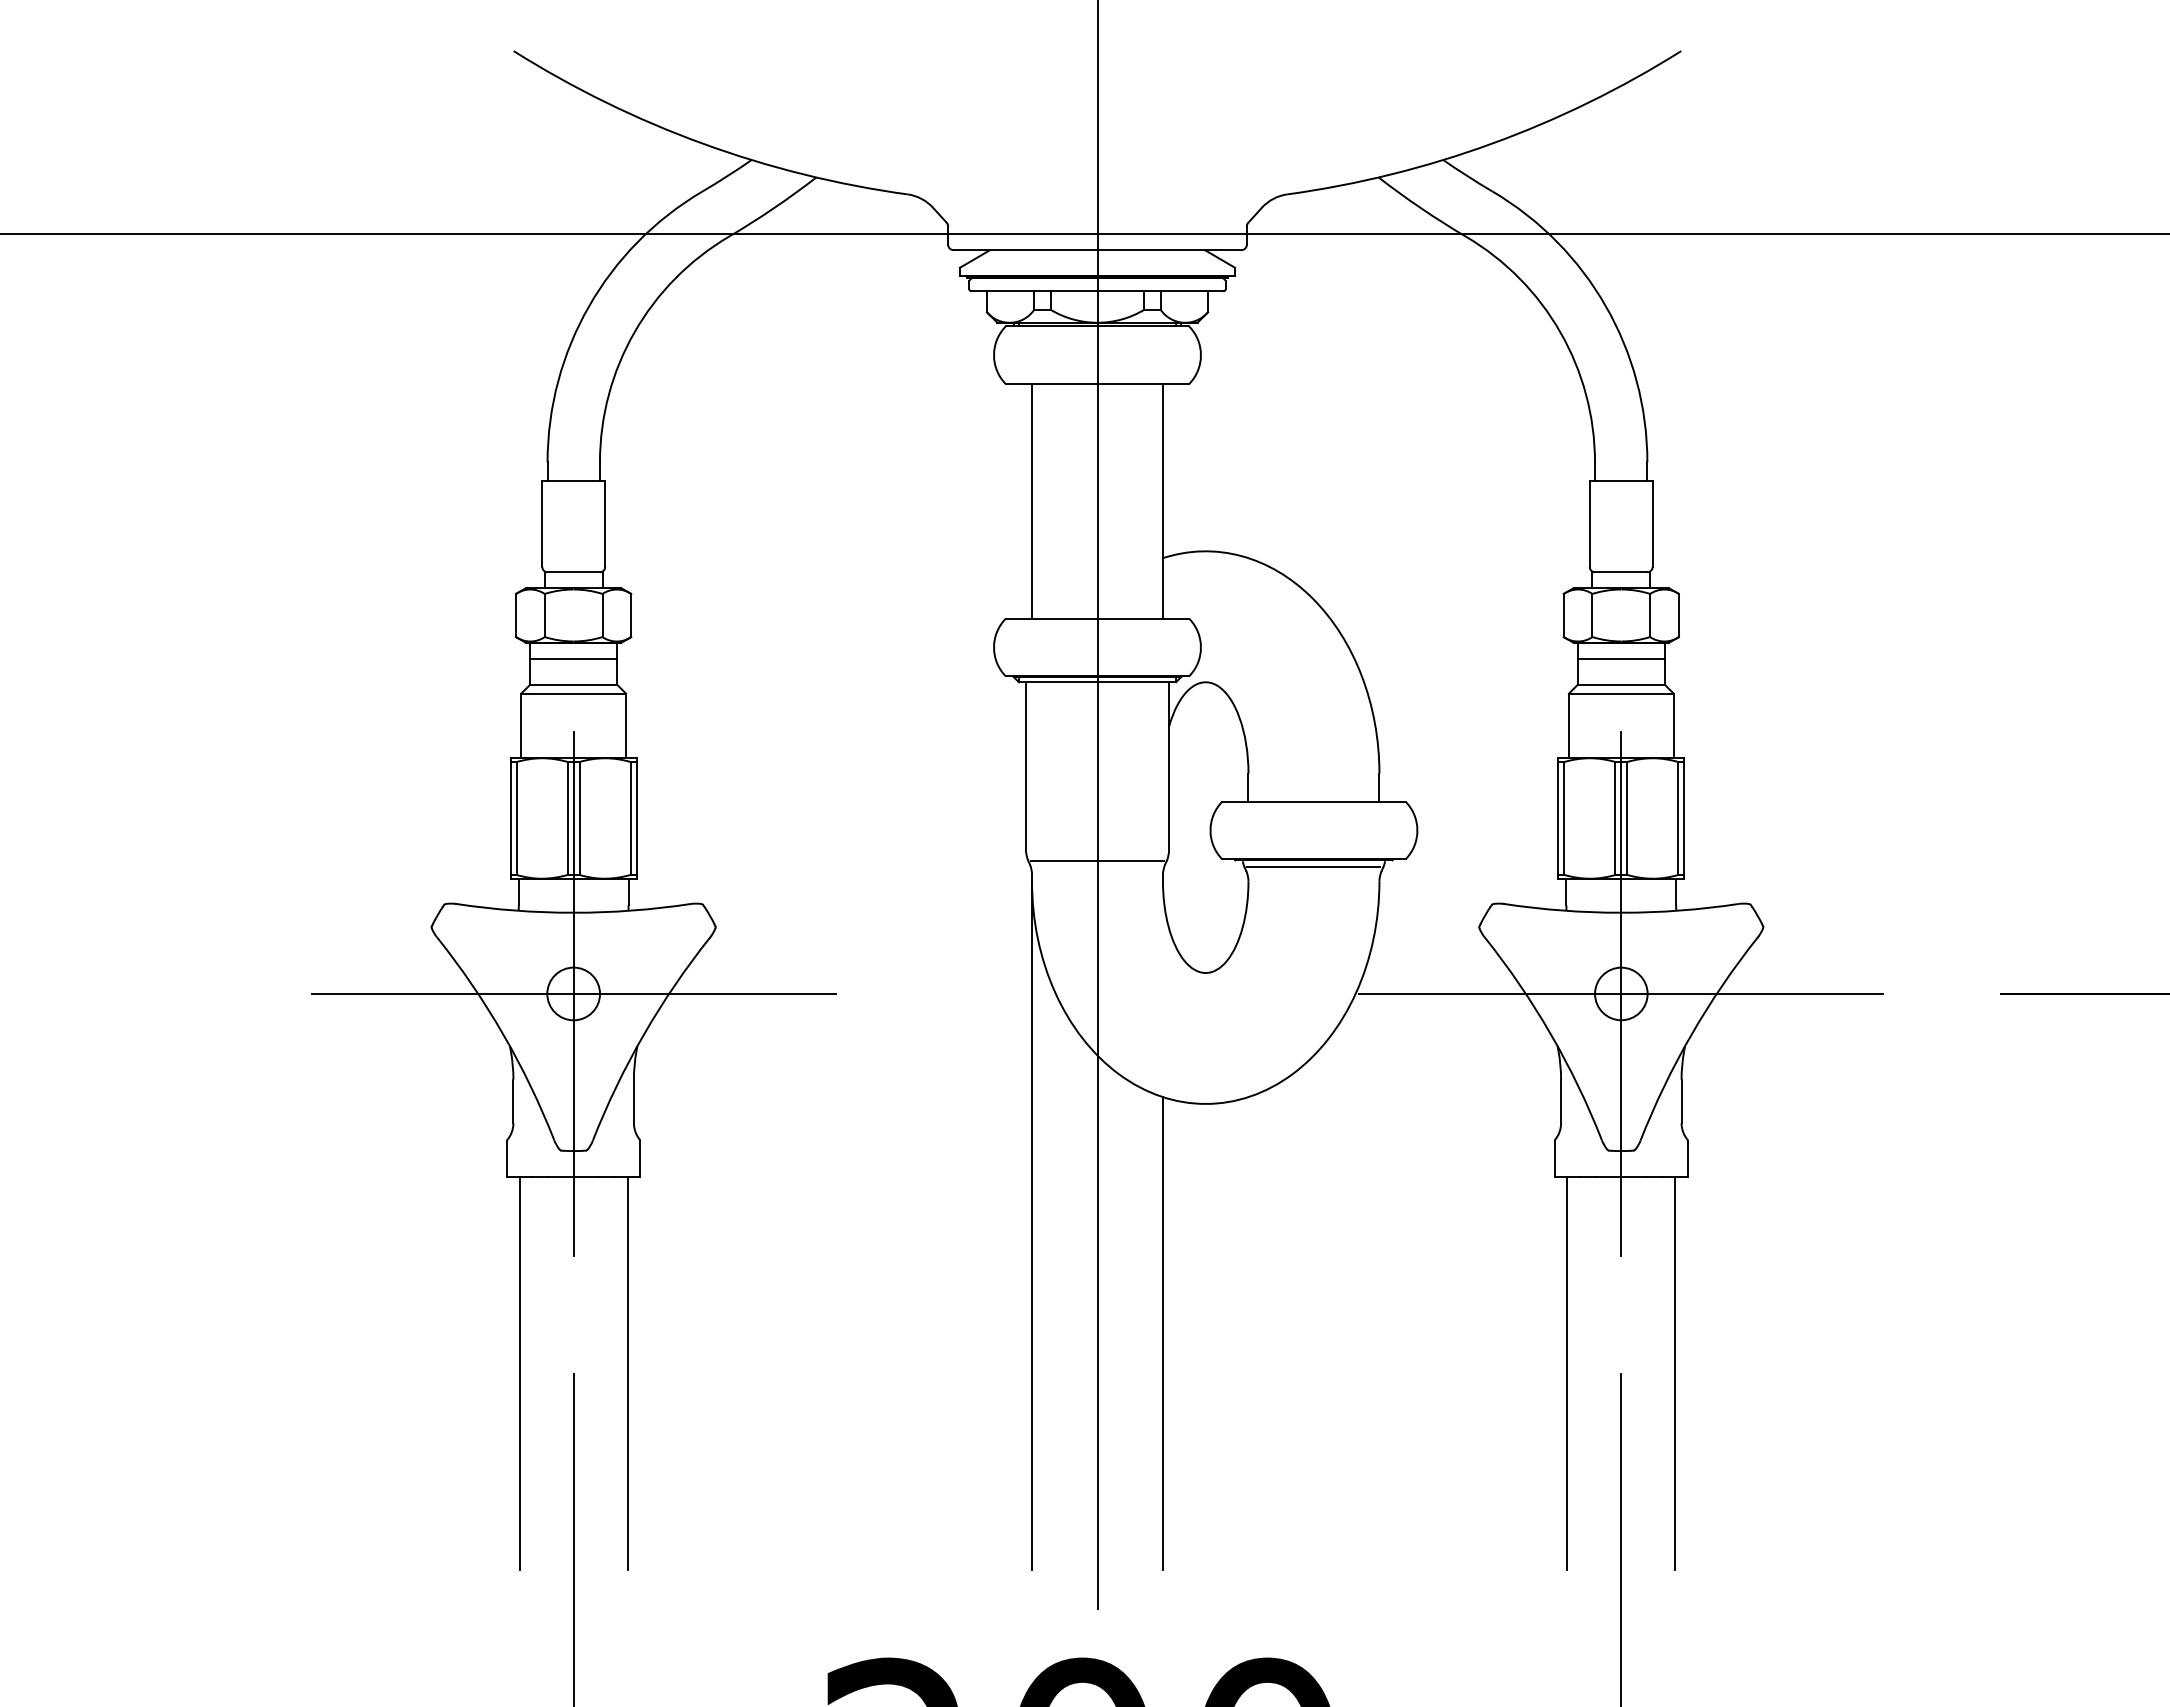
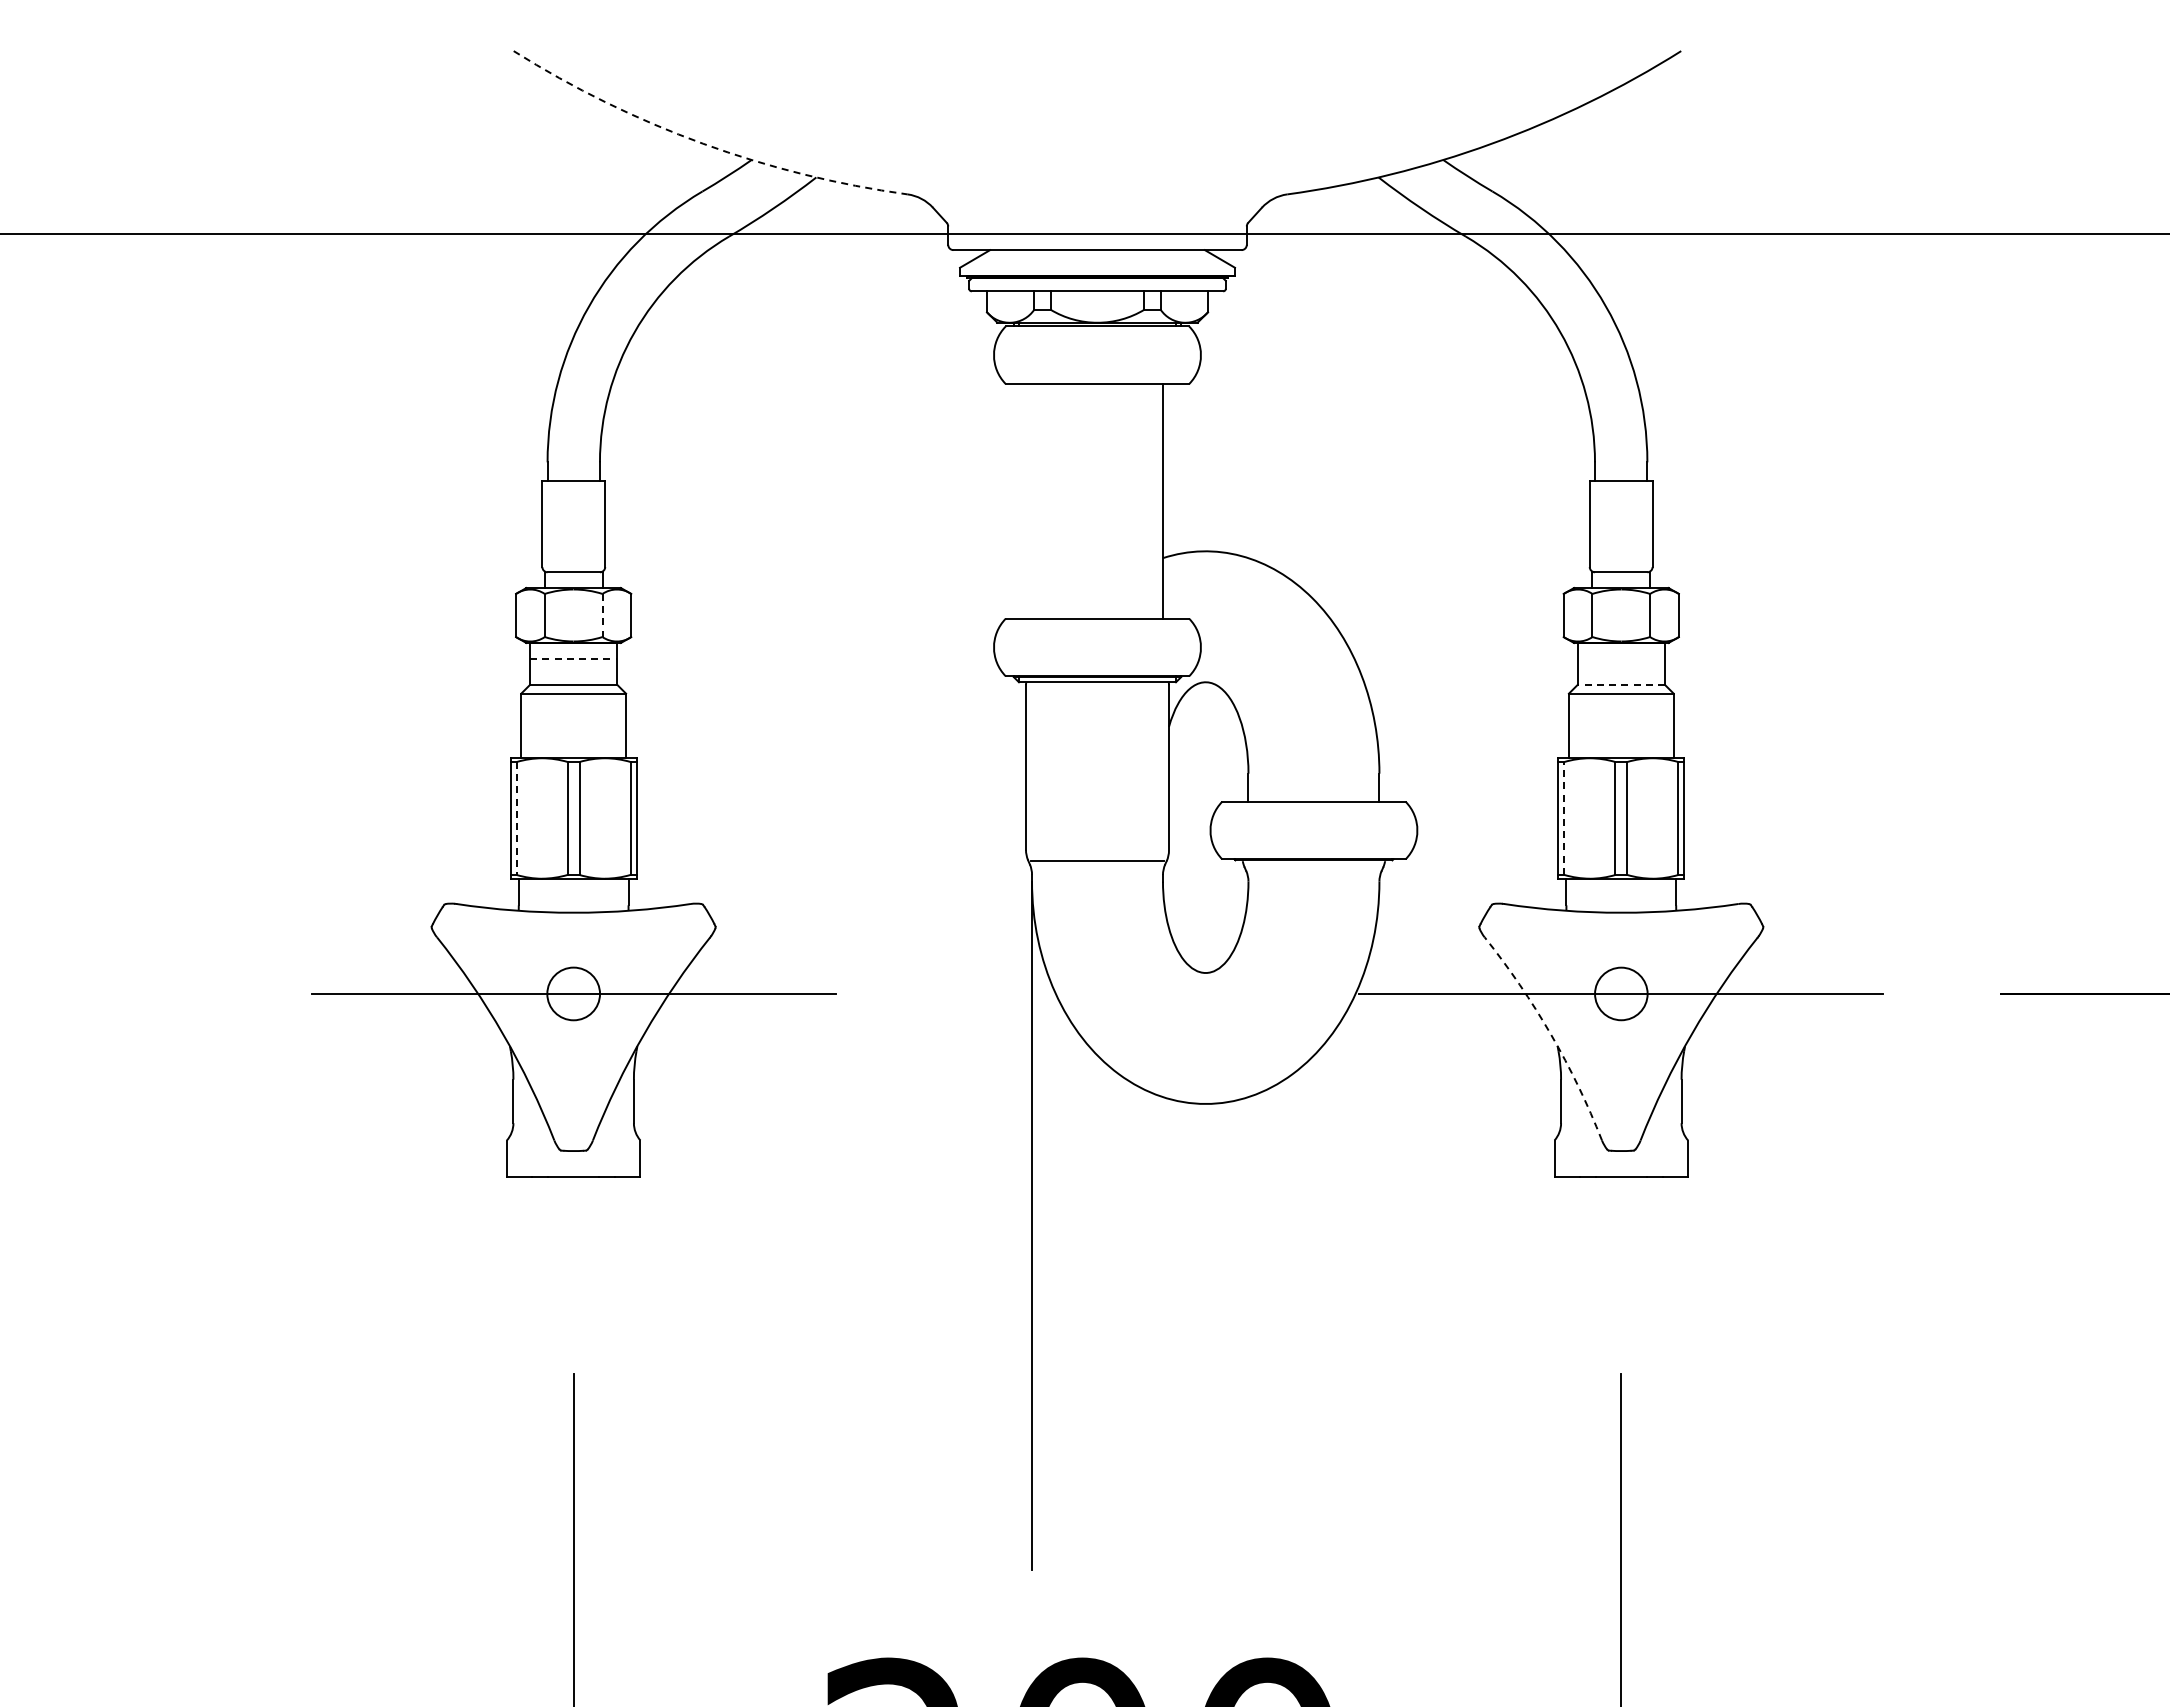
arc at (703, 143): solid -> dashed
line at (1032, 501): present -> none
line at (602, 615): solid -> dashed
line at (573, 658): solid -> dashed
line at (1620, 658): present -> none
line at (1621, 684): solid -> dashed
line at (1097, 805): present -> none
line at (1564, 817): solid -> dashed
line at (516, 818): solid -> dashed
line at (1313, 867): present -> none
line at (573, 993): present -> none
line at (1621, 993): present -> none
arc at (1551, 1034): solid -> dashed
line at (1162, 1333): present -> none
line at (519, 1373): present -> none
line at (627, 1373): present -> none
line at (1567, 1373): present -> none
line at (1675, 1373): present -> none
